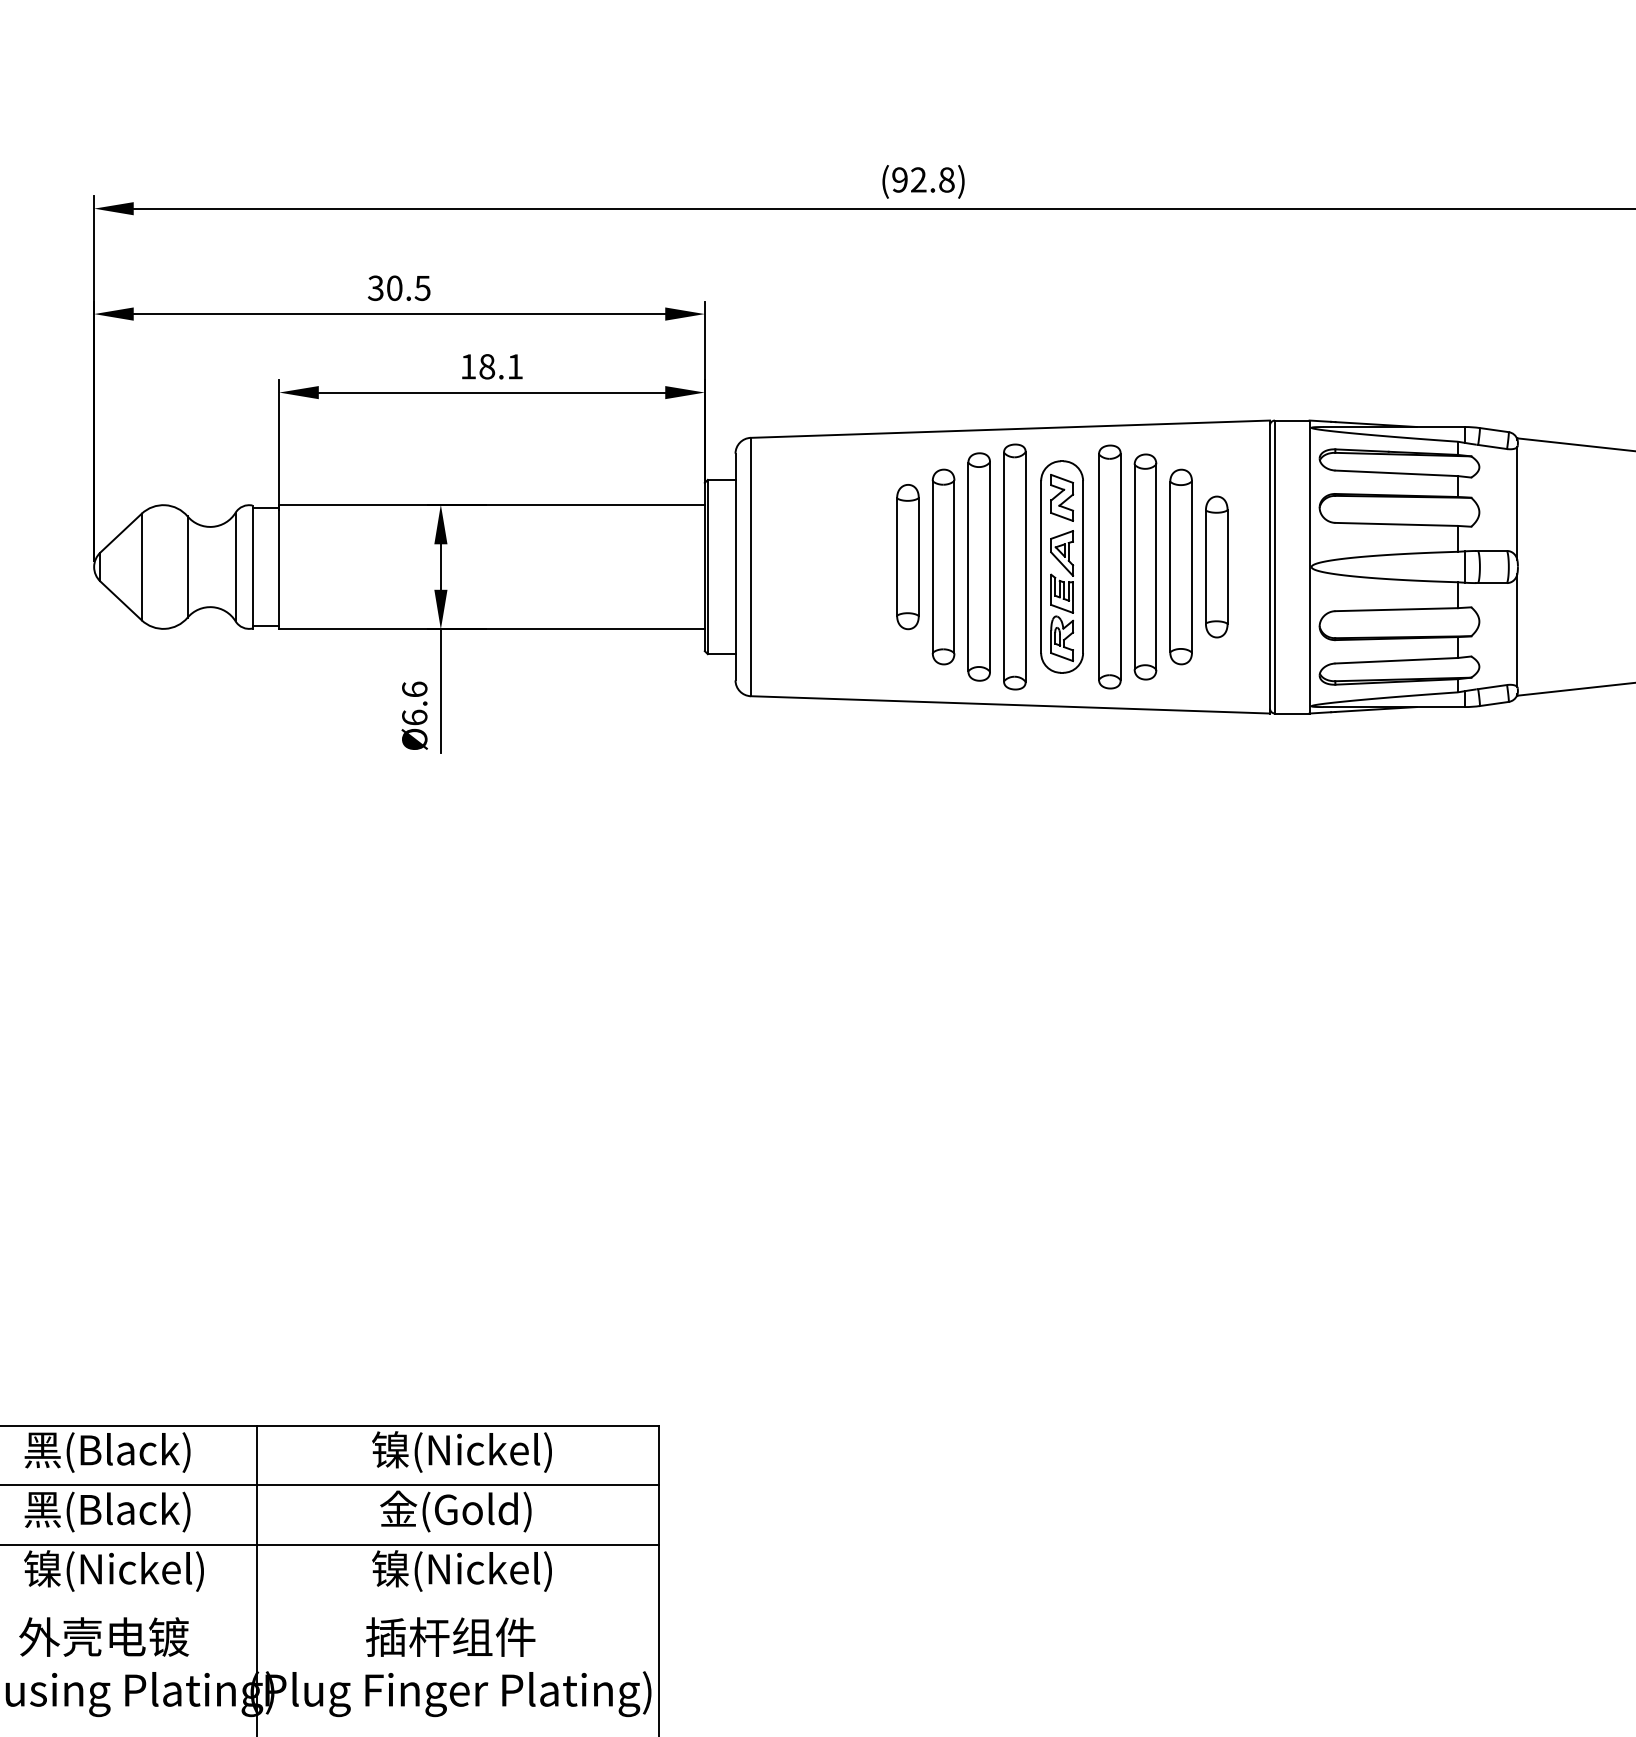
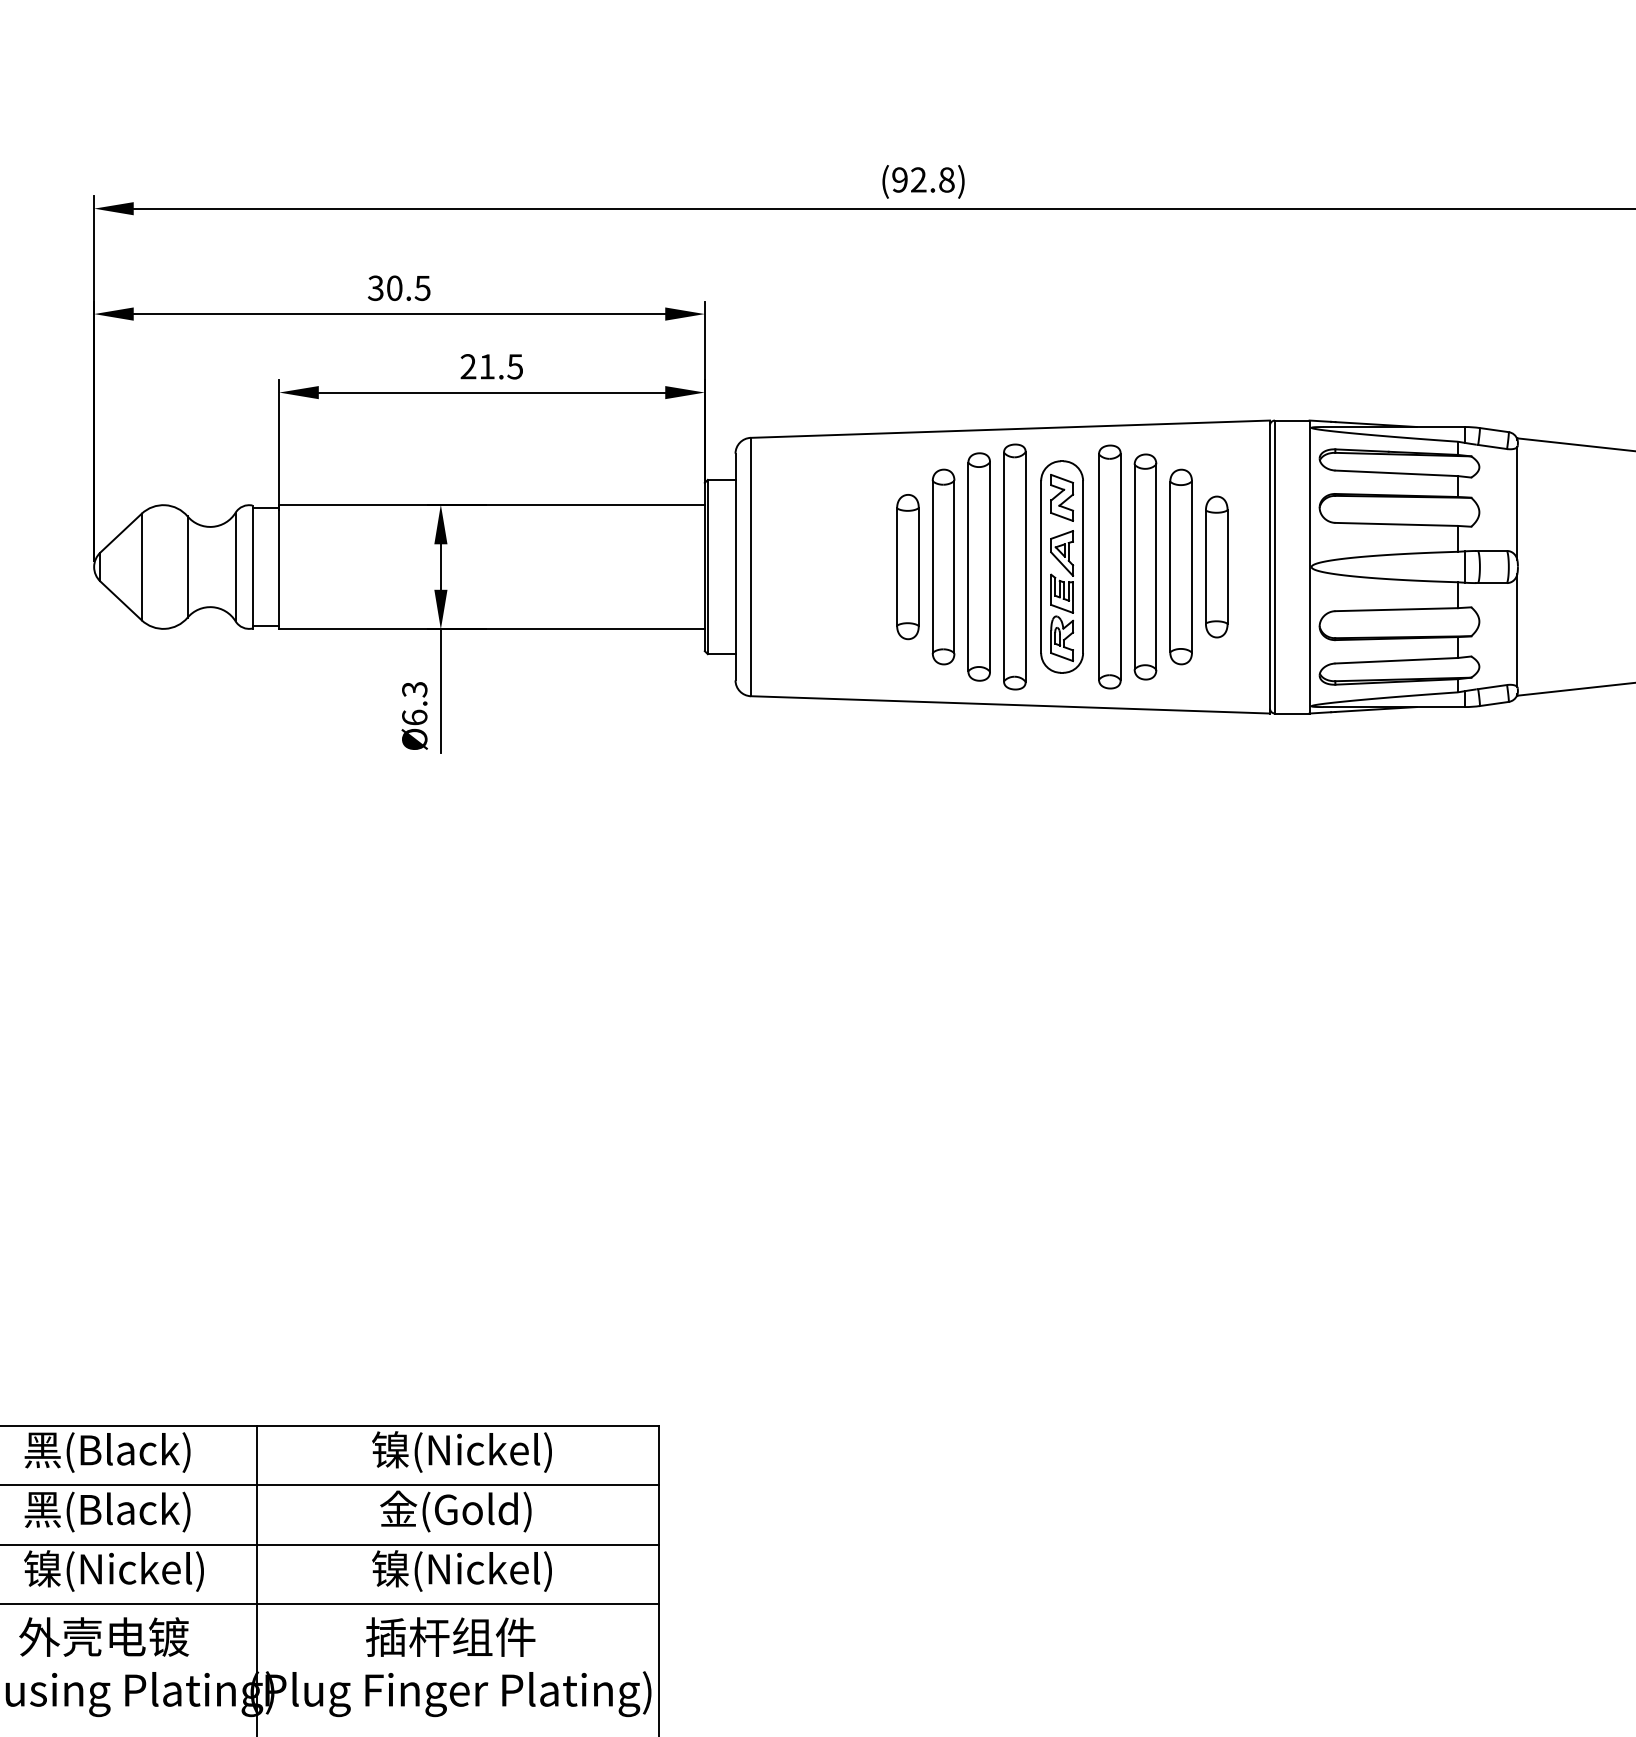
text at (491, 366): 18.1 -> 21.5
part at (907, 557) position: (907, 557) -> (907, 567)
text at (414, 689): Ø6.6 -> Ø6.3
line at (330, 1604): none -> present
